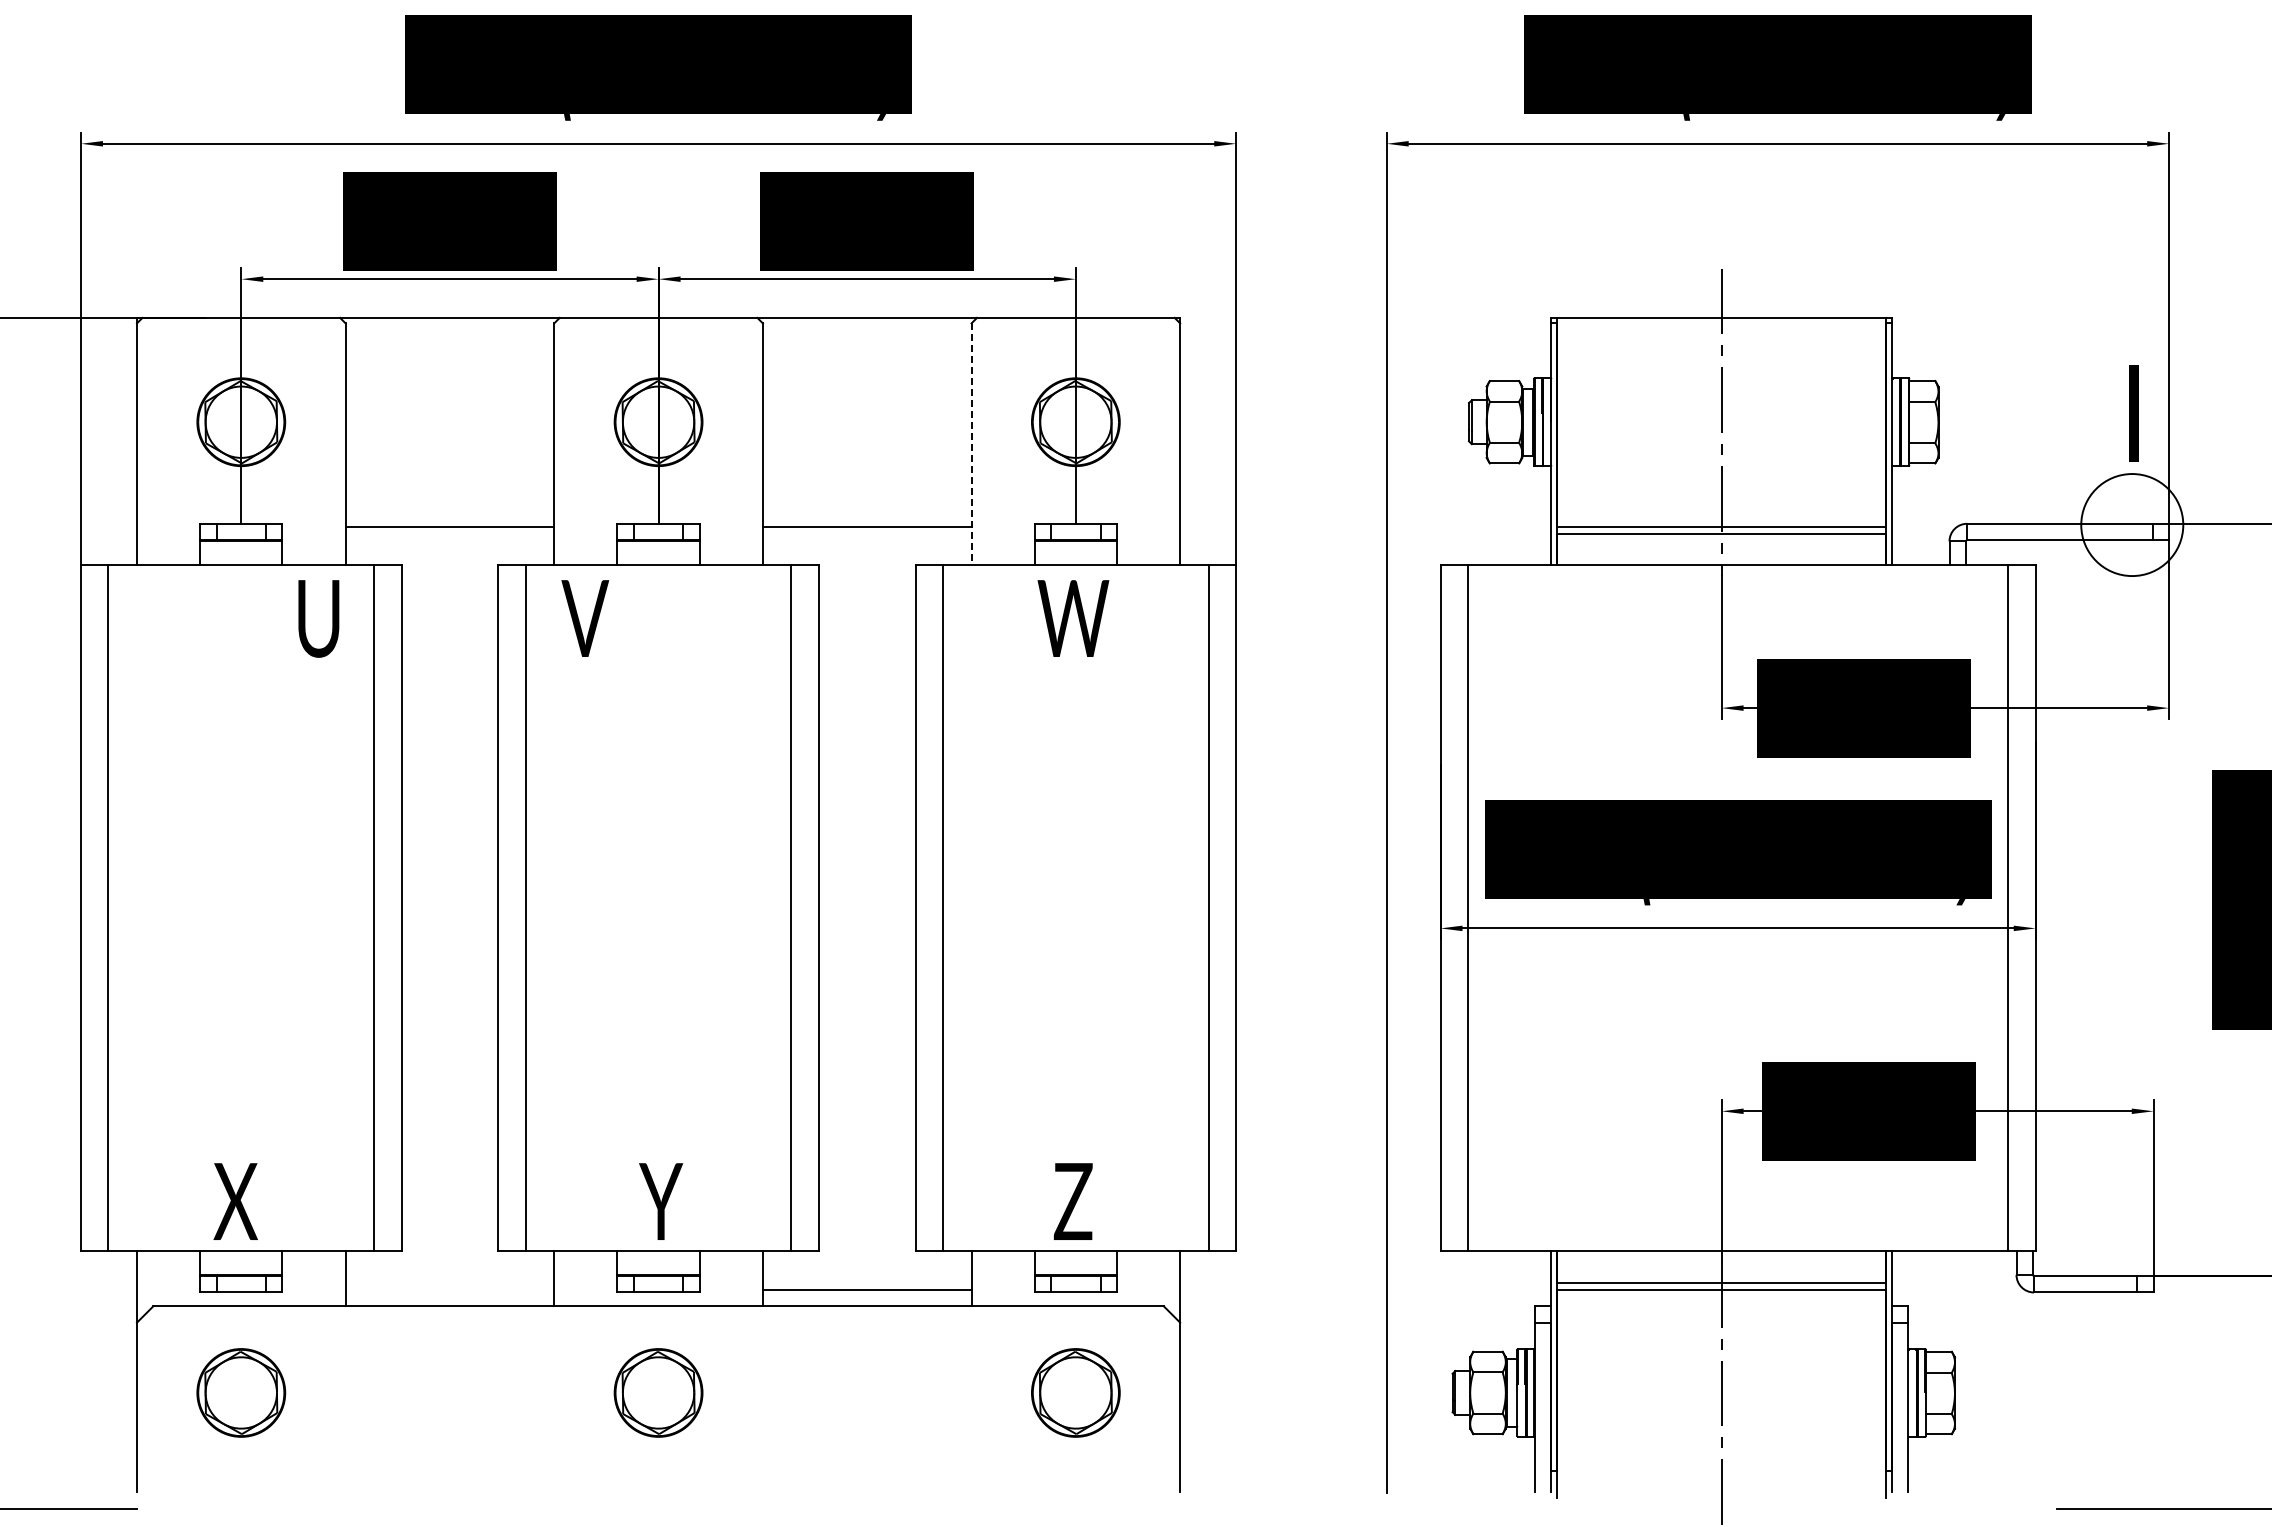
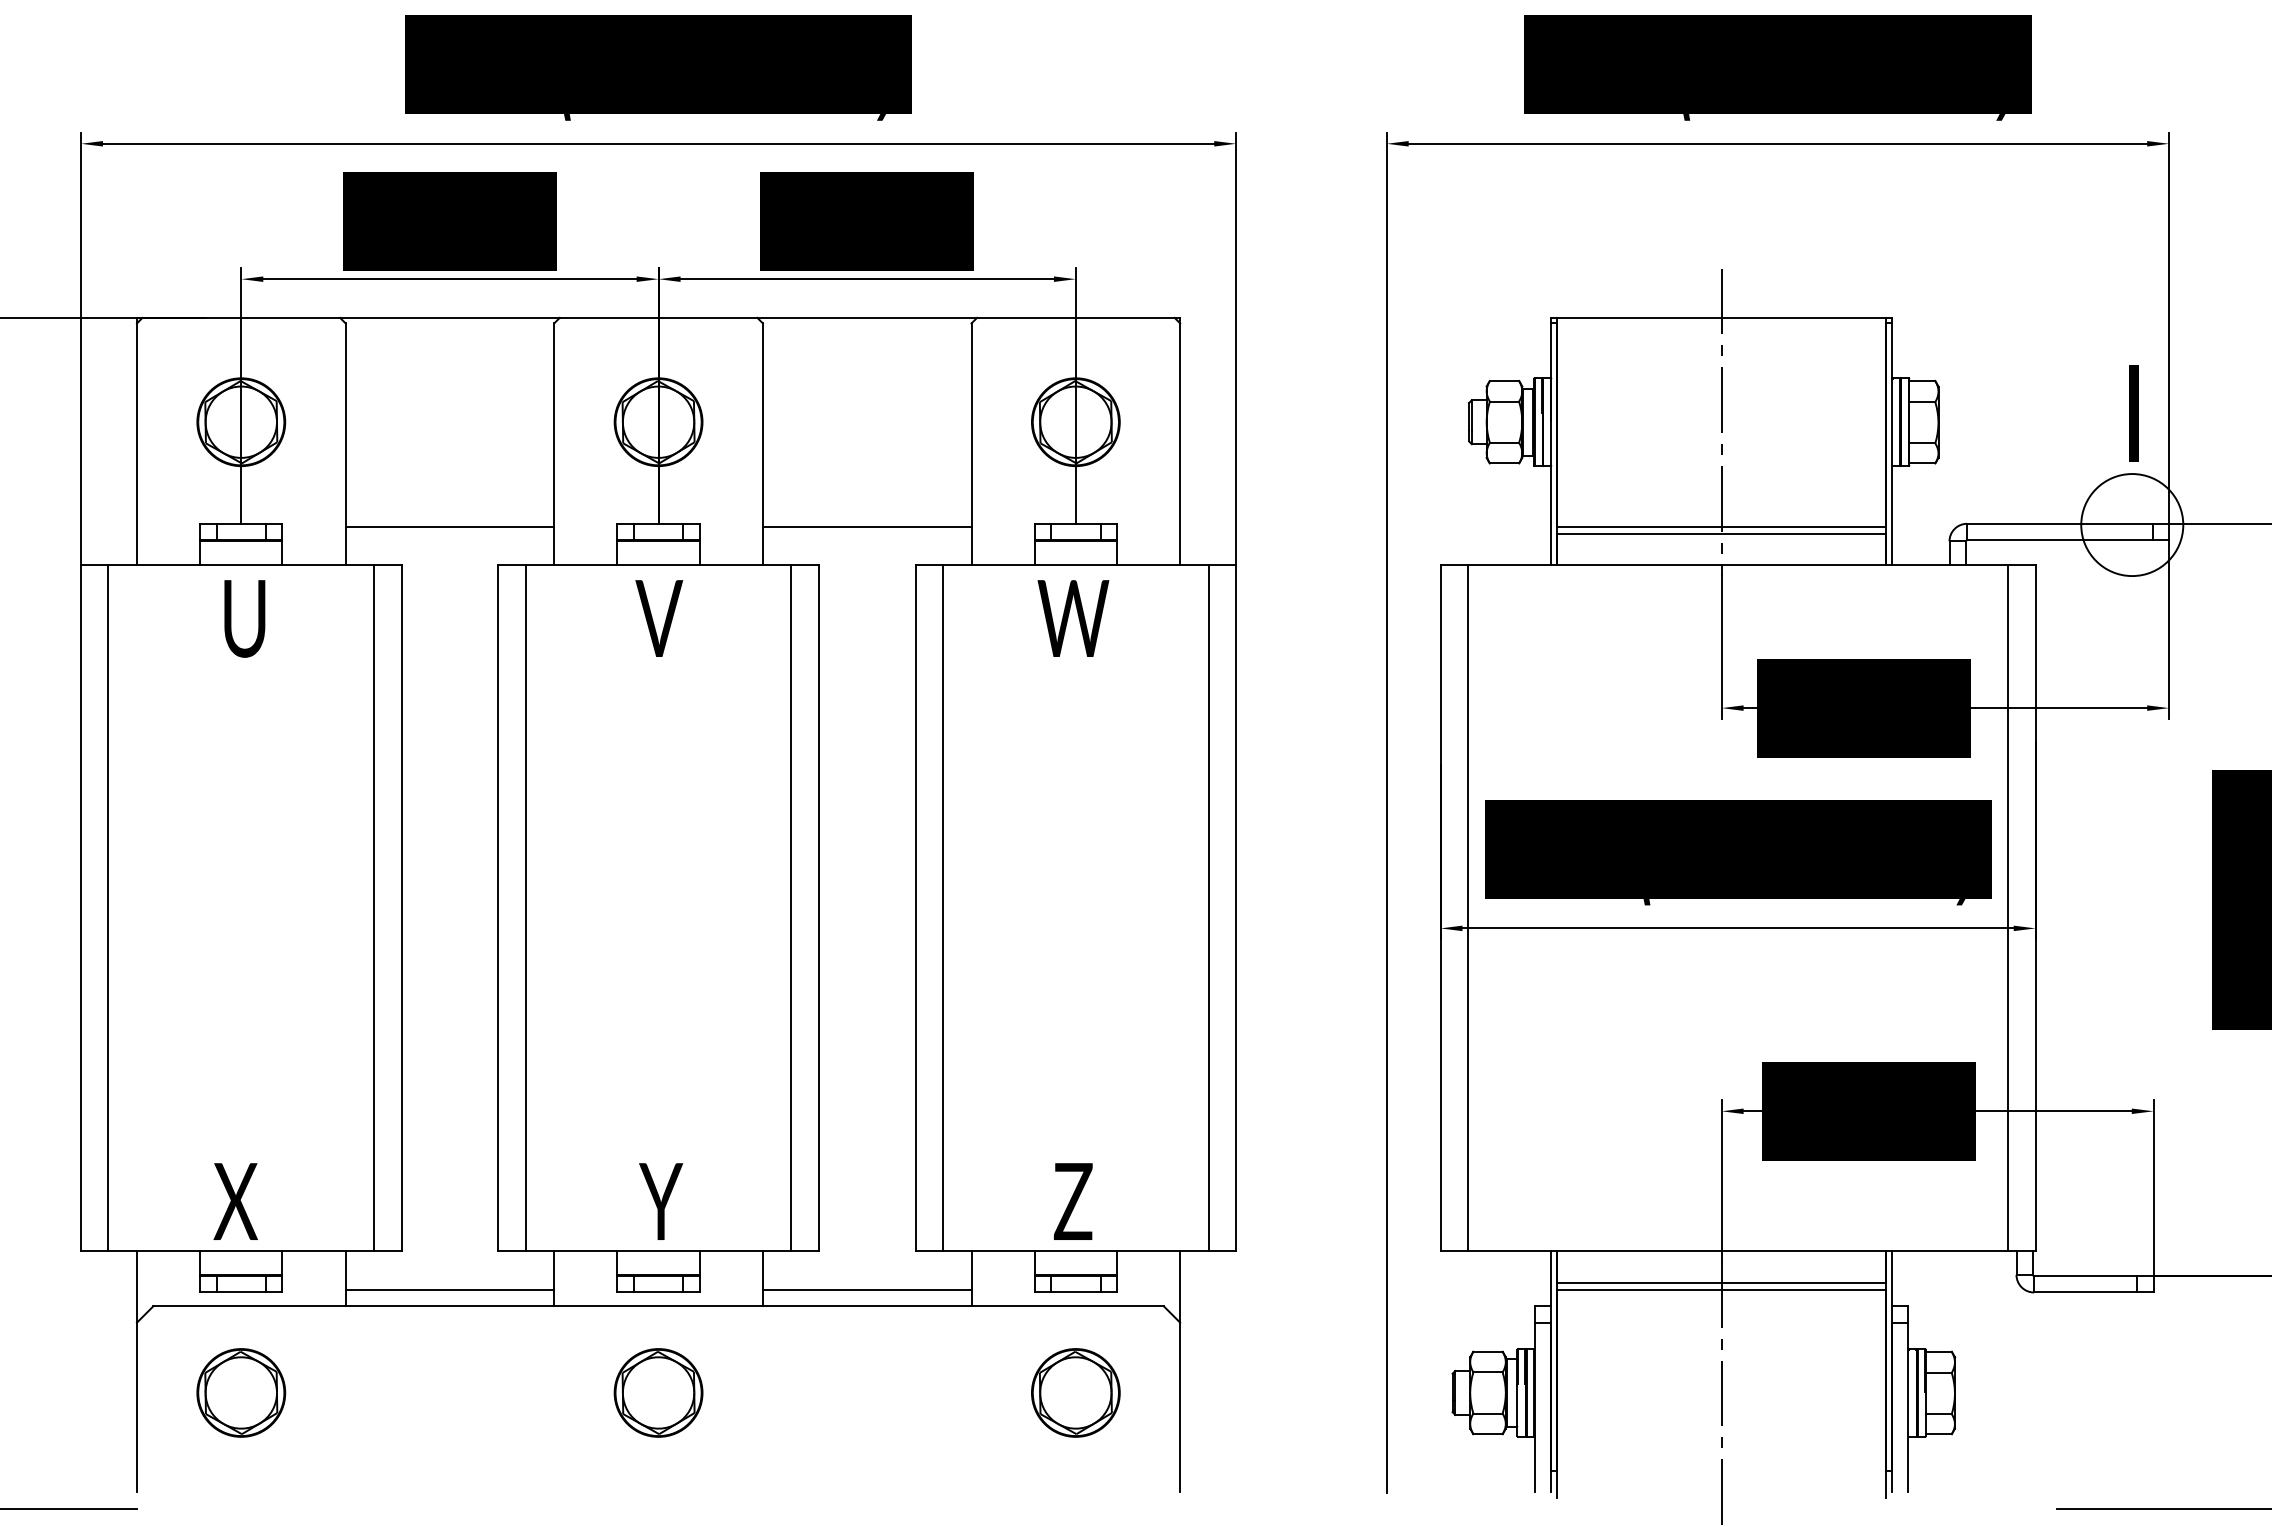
line at (971, 444): dashed -> solid
text at (318, 618) position: (318, 618) -> (244, 618)
text at (585, 618) position: (585, 618) -> (659, 618)
line at (449, 1289): none -> present
